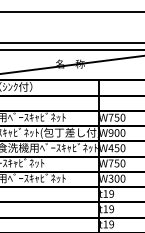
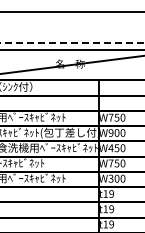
line at (72, 43): solid -> dashed
